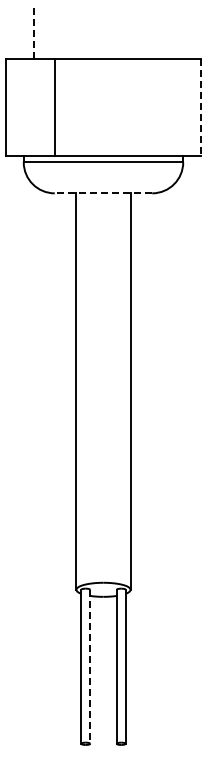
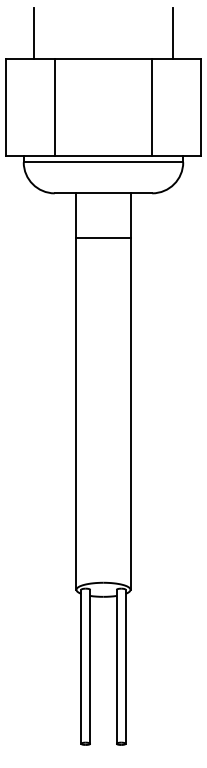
line at (172, 32): none -> present
line at (34, 33): dashed -> solid
line at (152, 107): none -> present
line at (200, 107): dashed -> solid
line at (103, 193): dashed -> solid
line at (103, 237): none -> present
line at (90, 666): dashed -> solid
